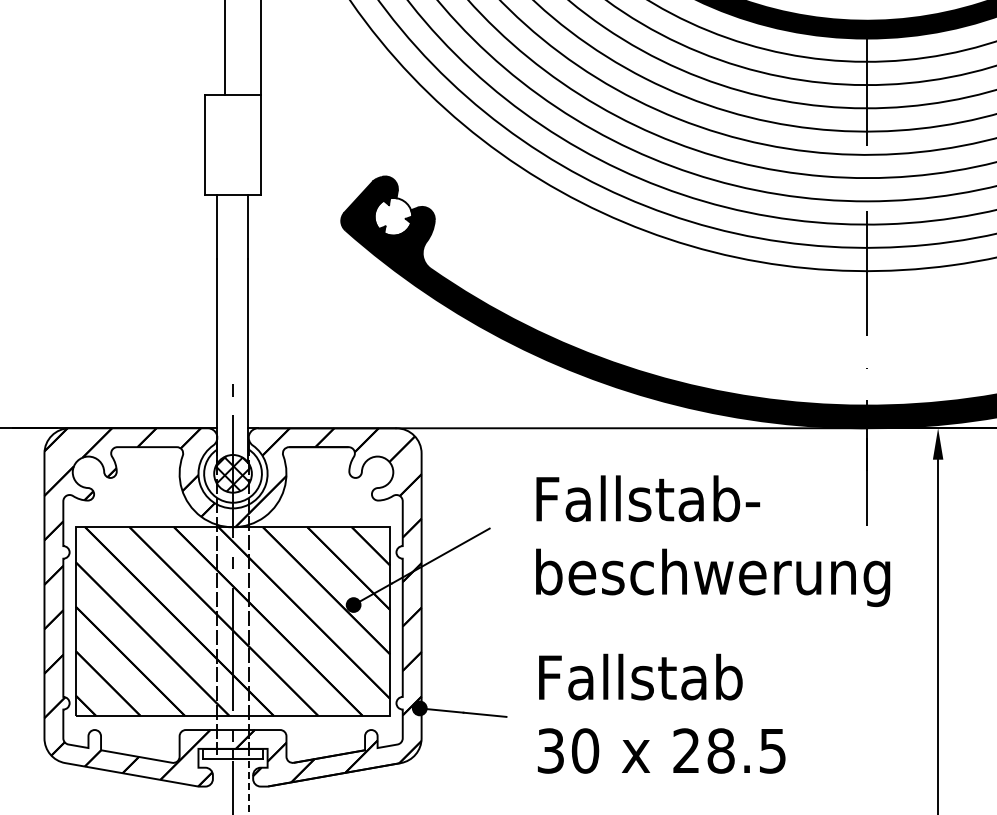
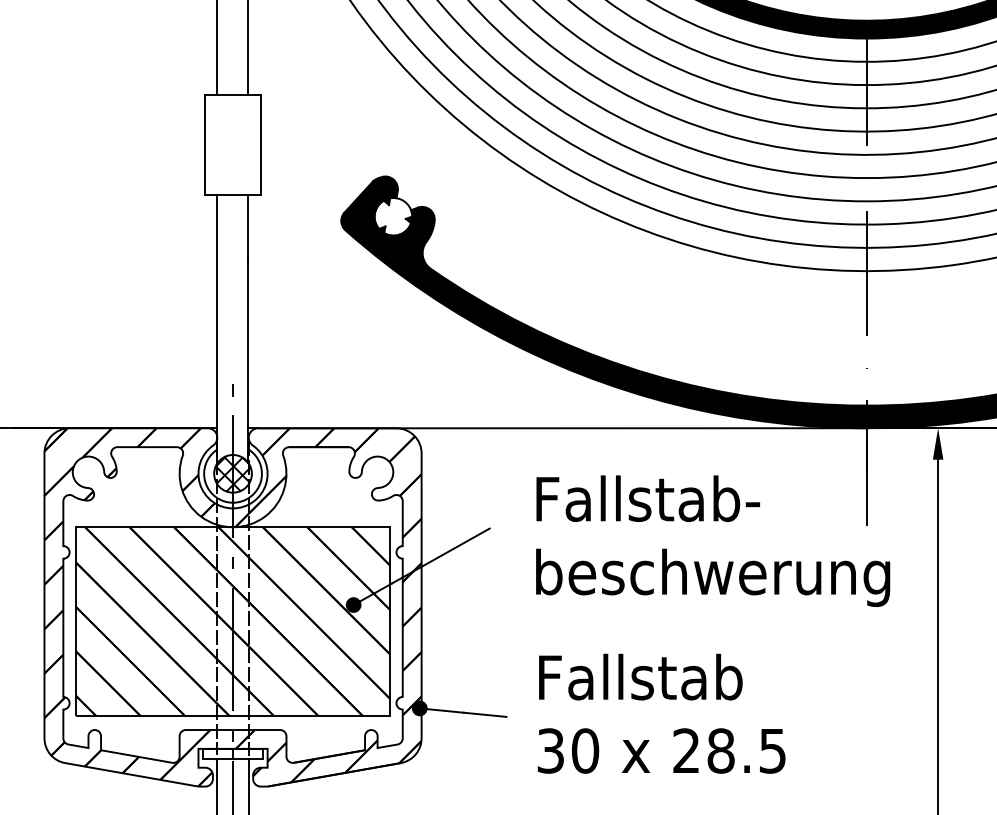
line at (224, 48) position: (224, 48) -> (216, 48)
line at (261, 48) position: (261, 48) -> (248, 48)
line at (217, 784): none -> present
line at (248, 786): dashed -> solid
